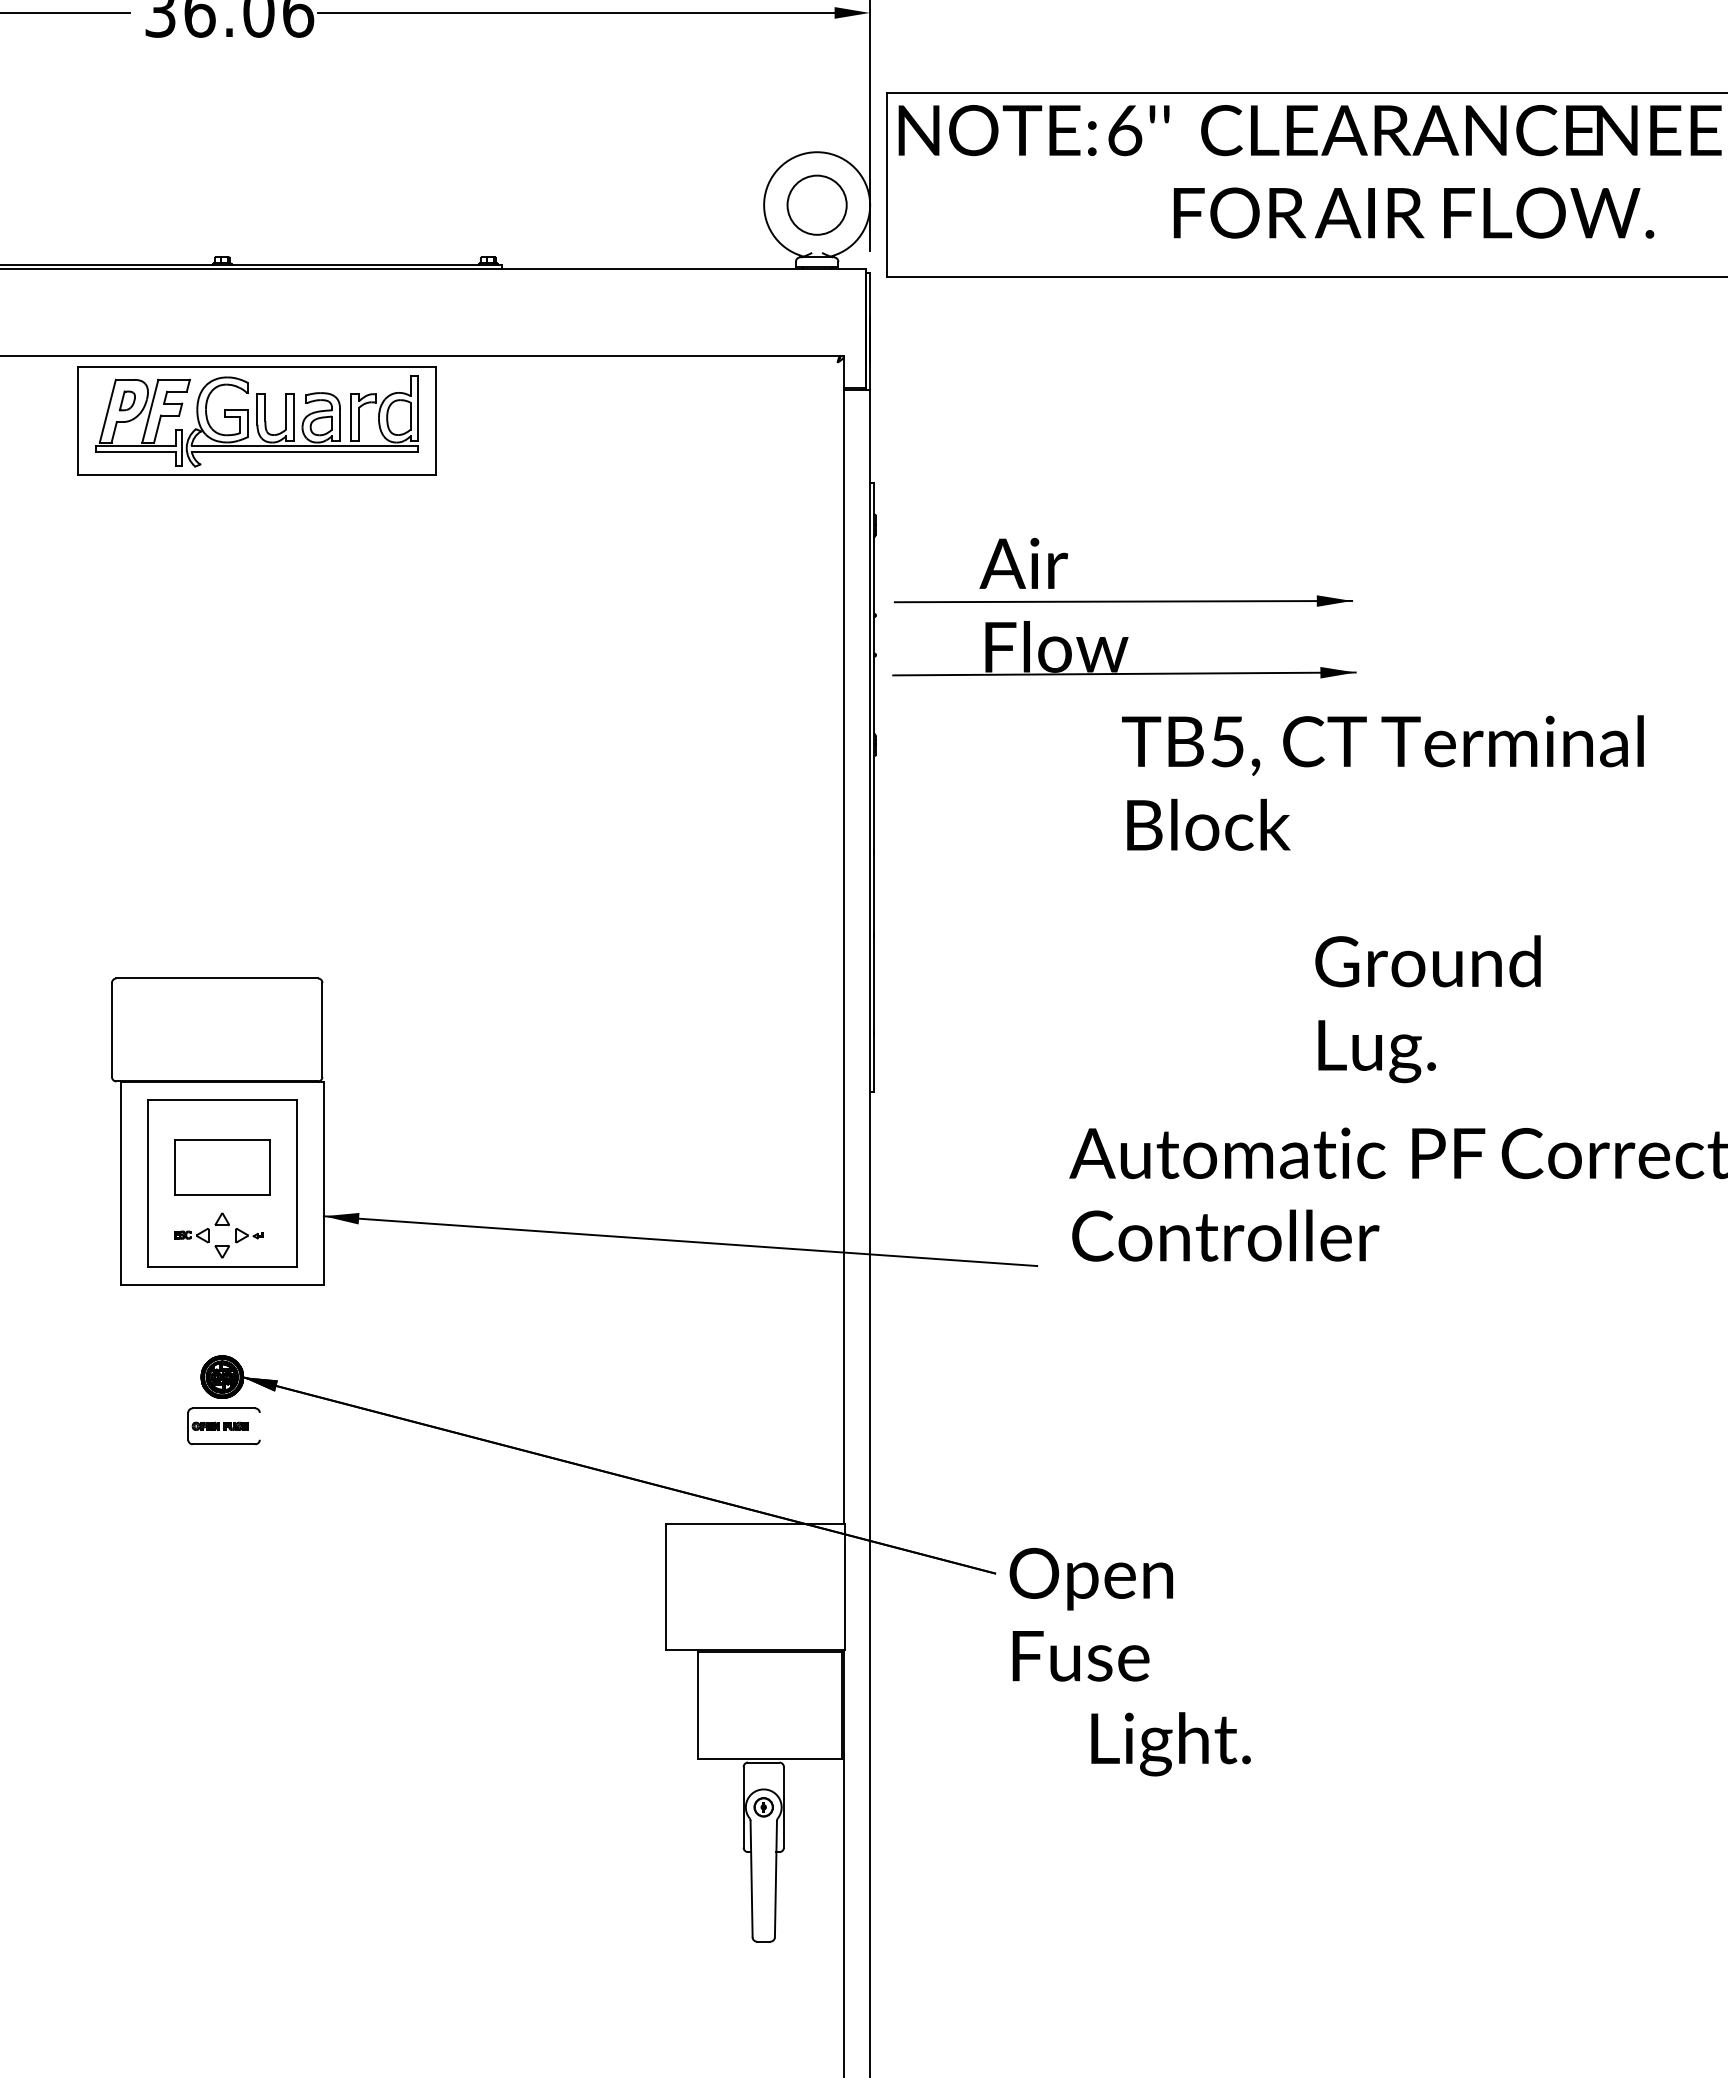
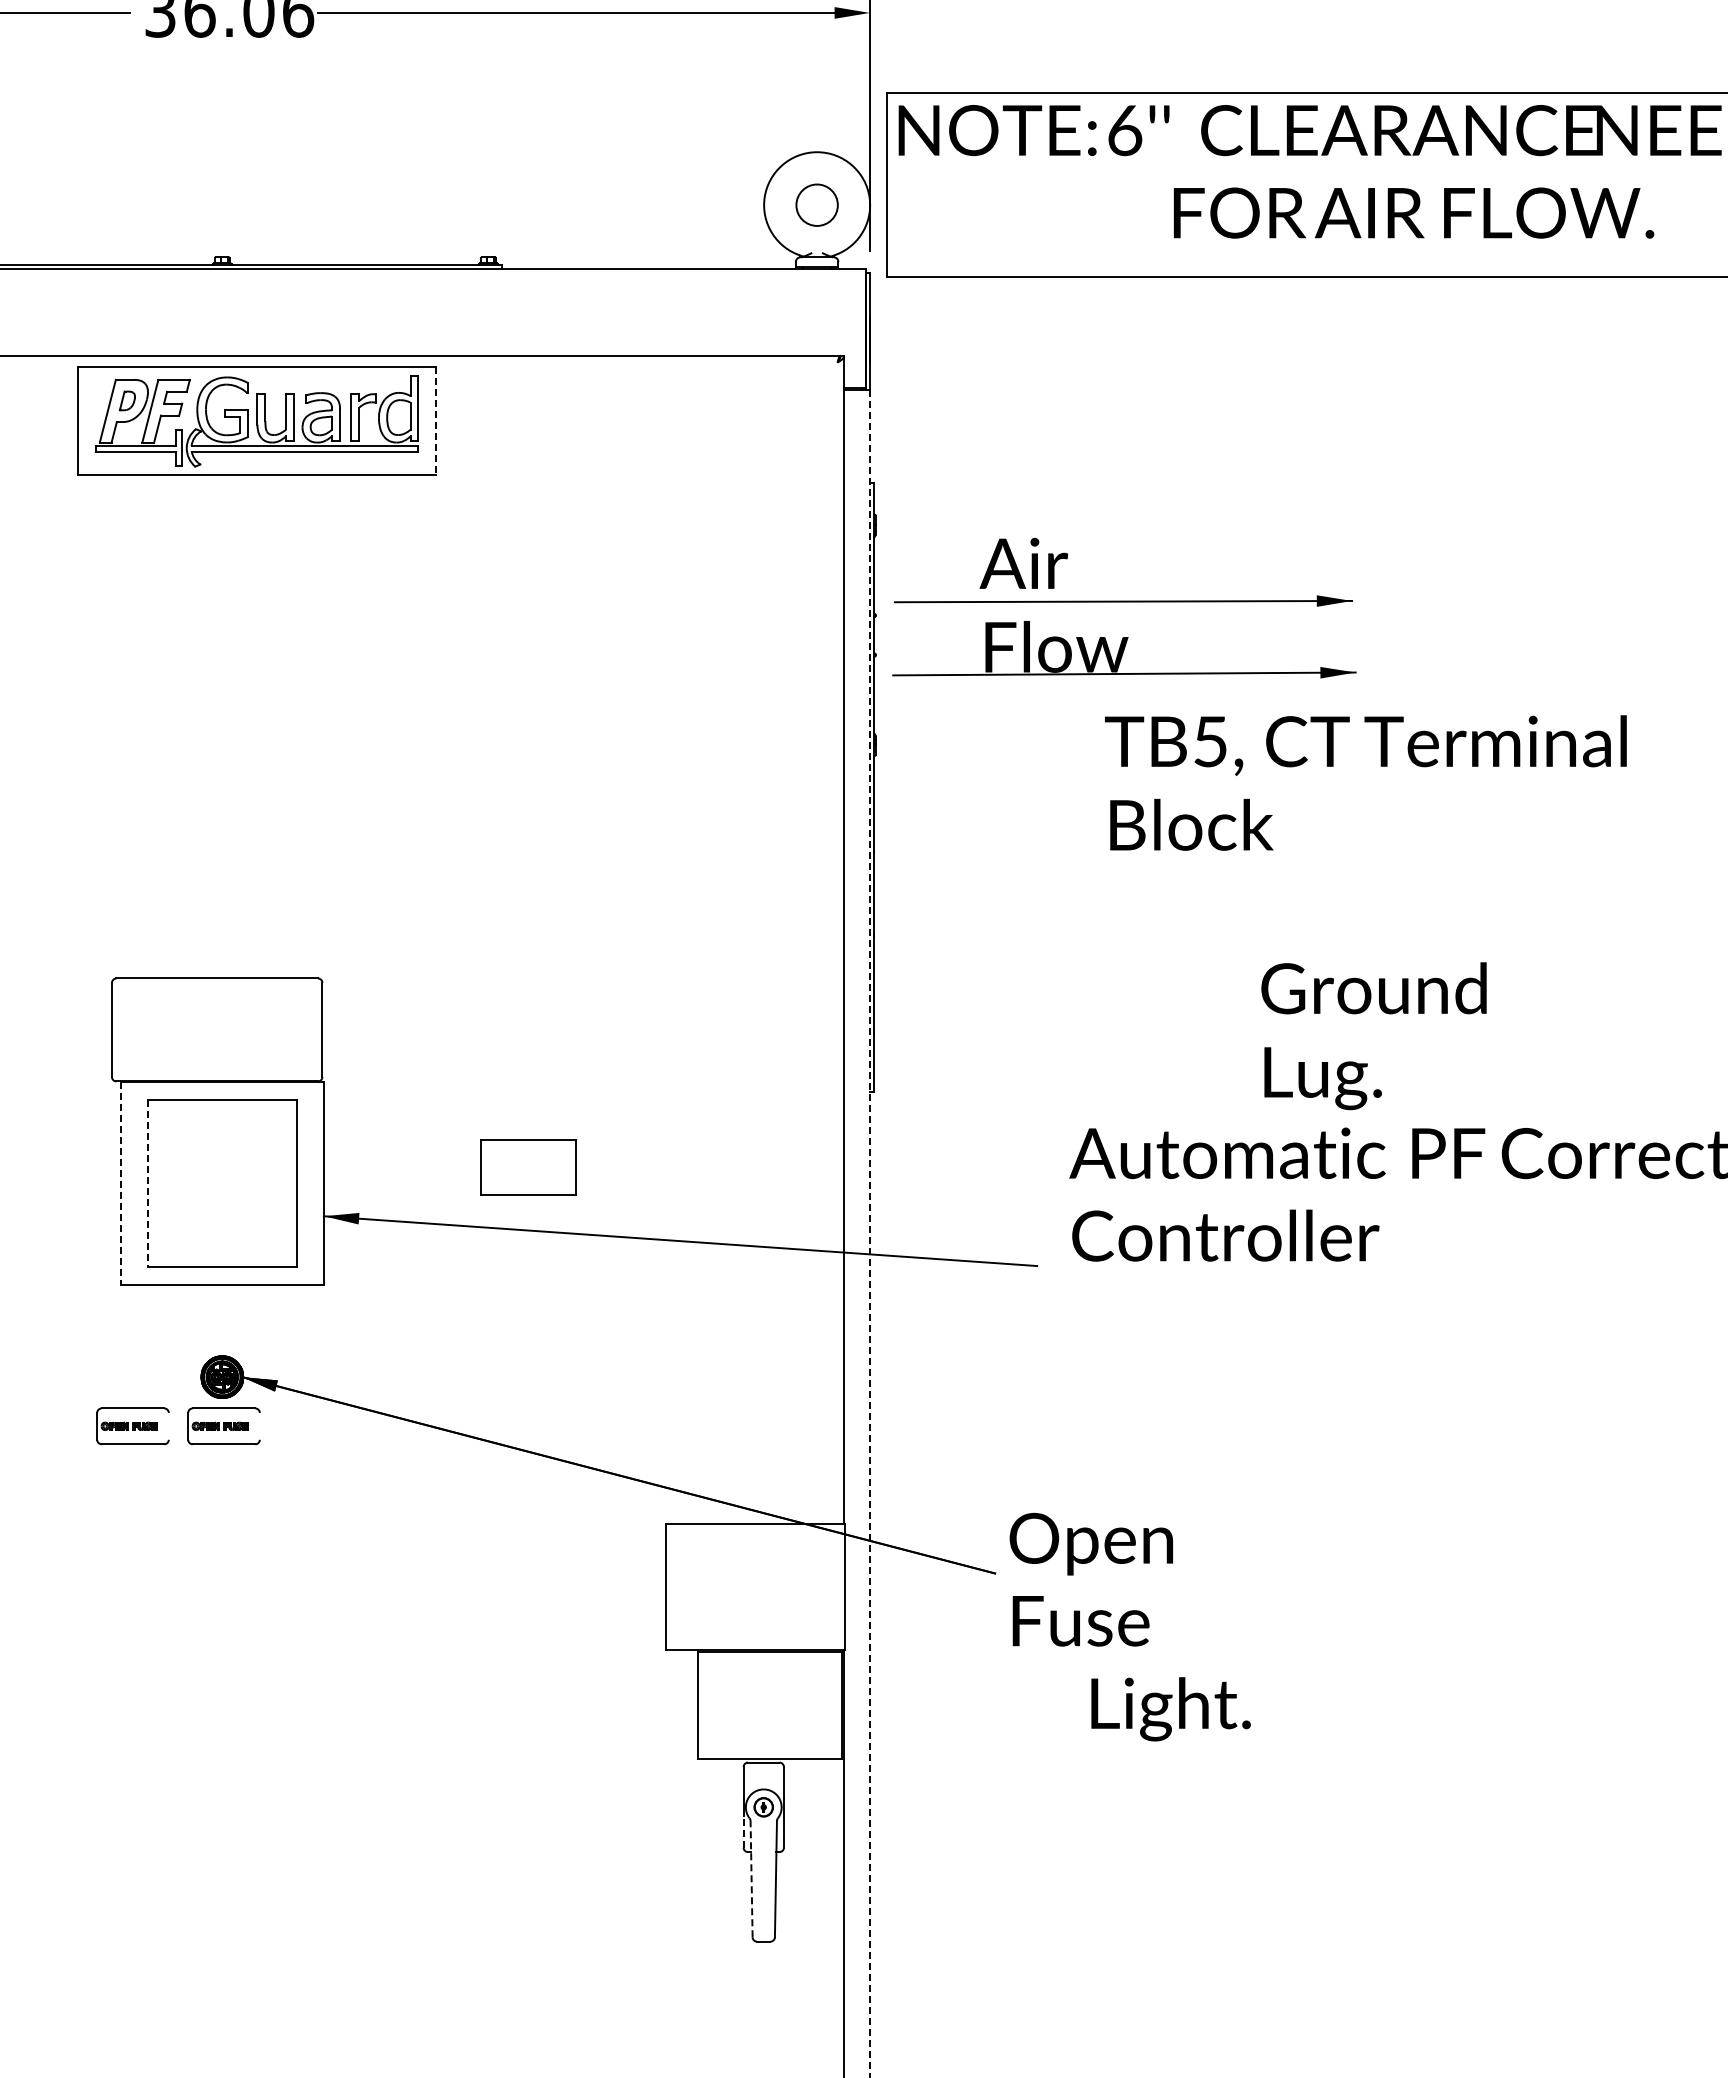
circle at (816, 204) diameter: 59 px -> 41 px
line at (435, 421): solid -> dashed
text at (1382, 782) position: (1382, 782) -> (1365, 782)
text at (1427, 1009) position: (1427, 1009) -> (1373, 1036)
part at (222, 1167) position: (222, 1167) -> (528, 1167)
line at (120, 1183): solid -> dashed
line at (147, 1183): solid -> dashed
line at (869, 1233): solid -> dashed
part at (209, 1235): present -> none
part at (132, 1426): none -> present
text at (1129, 1661) position: (1129, 1661) -> (1129, 1626)
line at (743, 1831): solid -> dashed
line at (751, 1878): solid -> dashed
